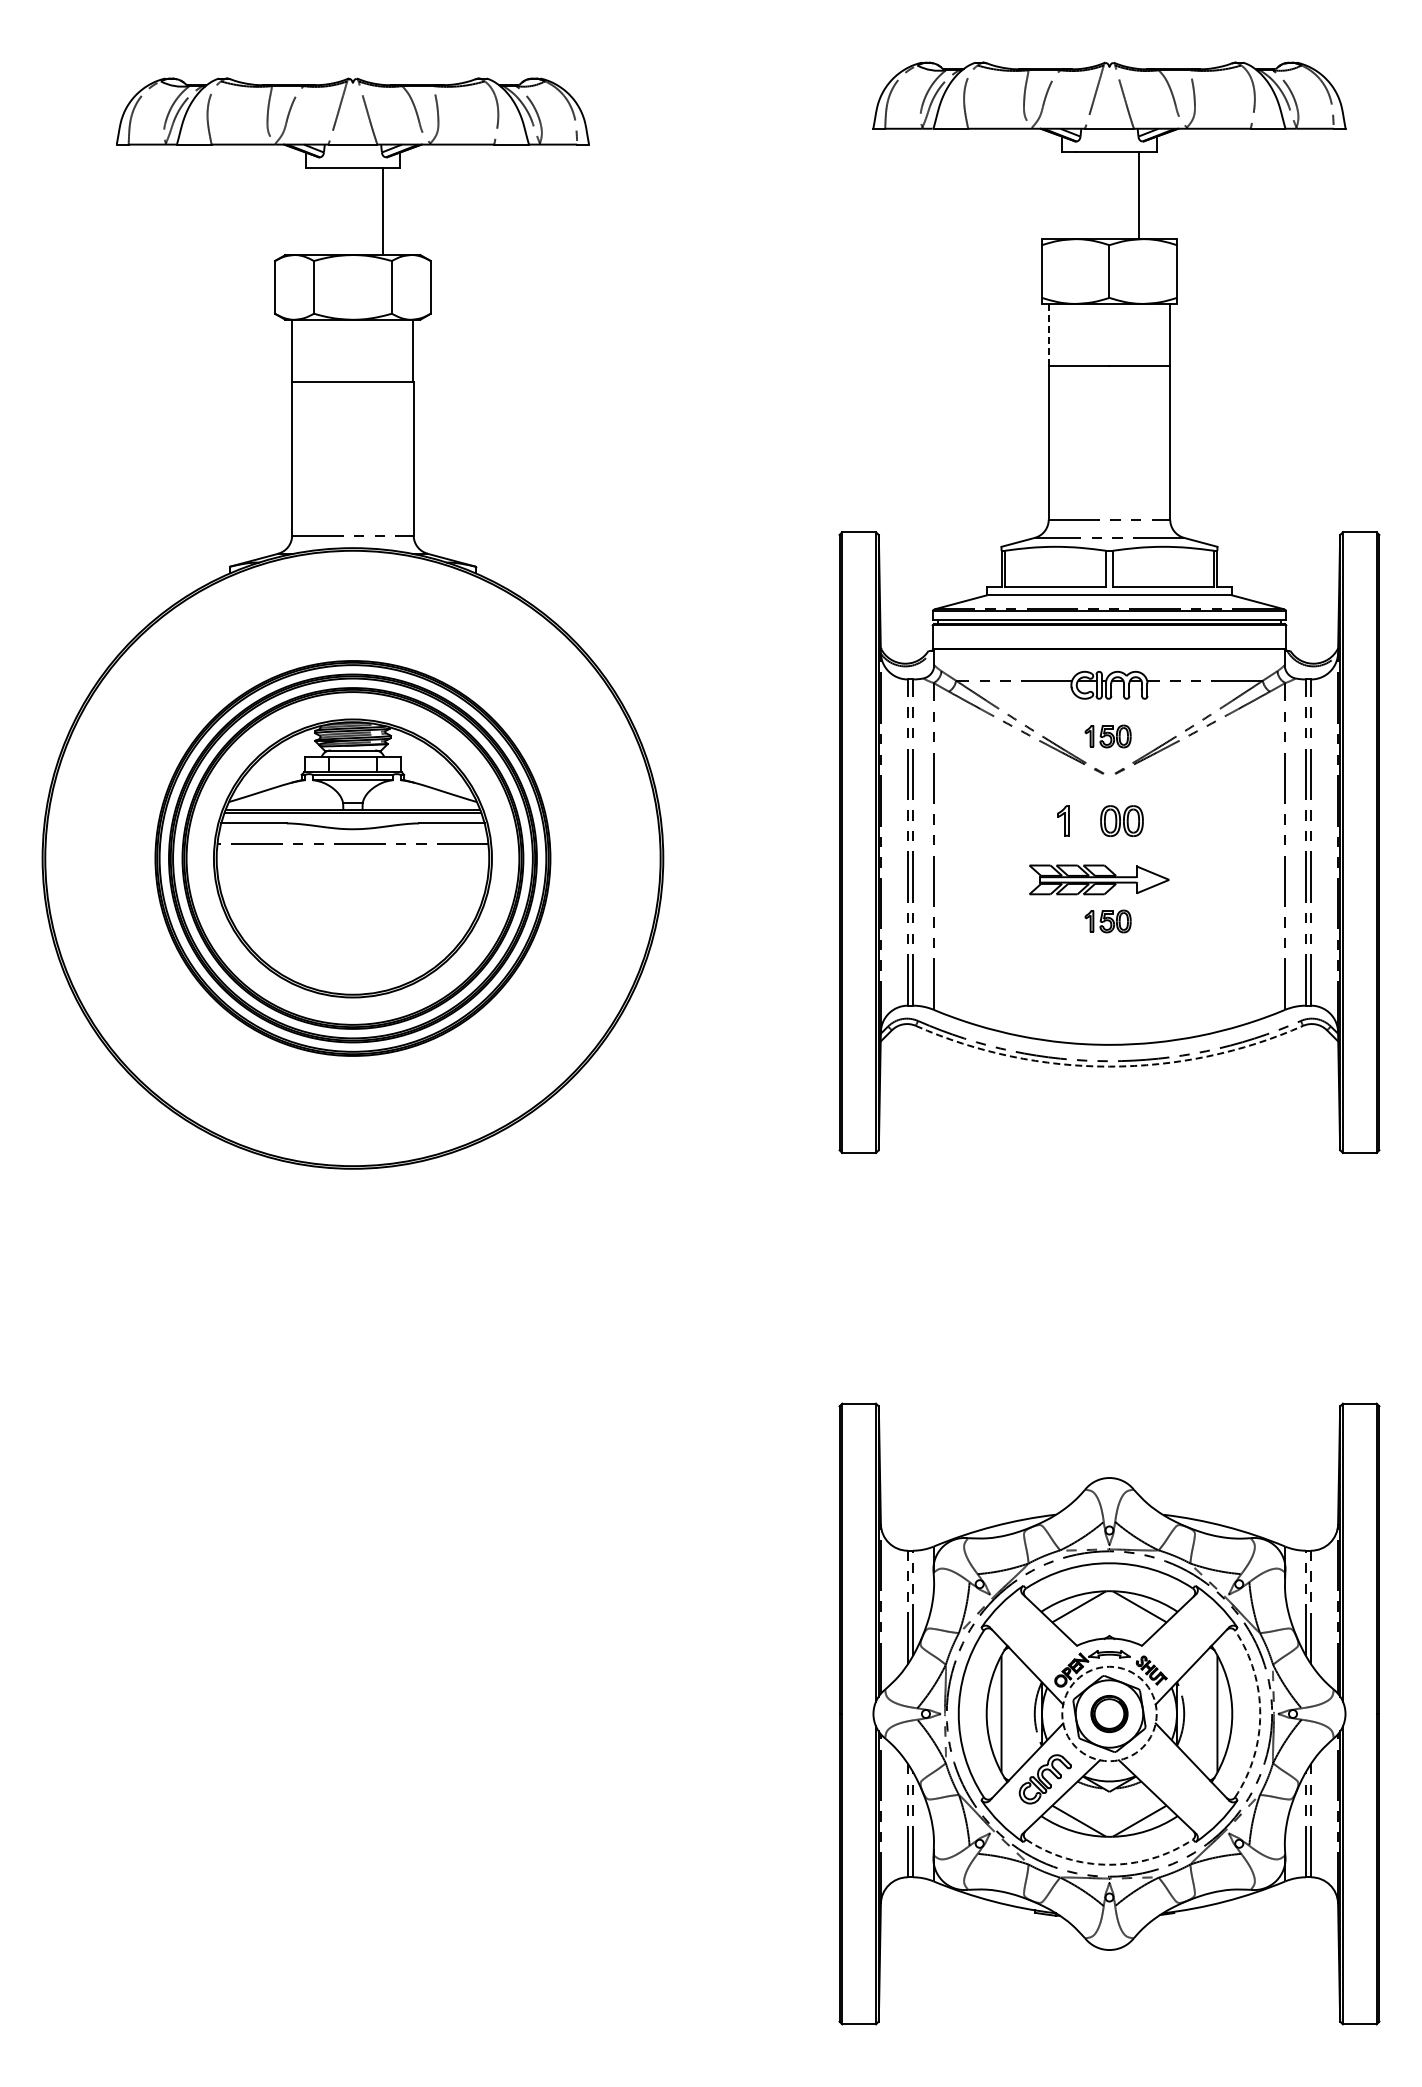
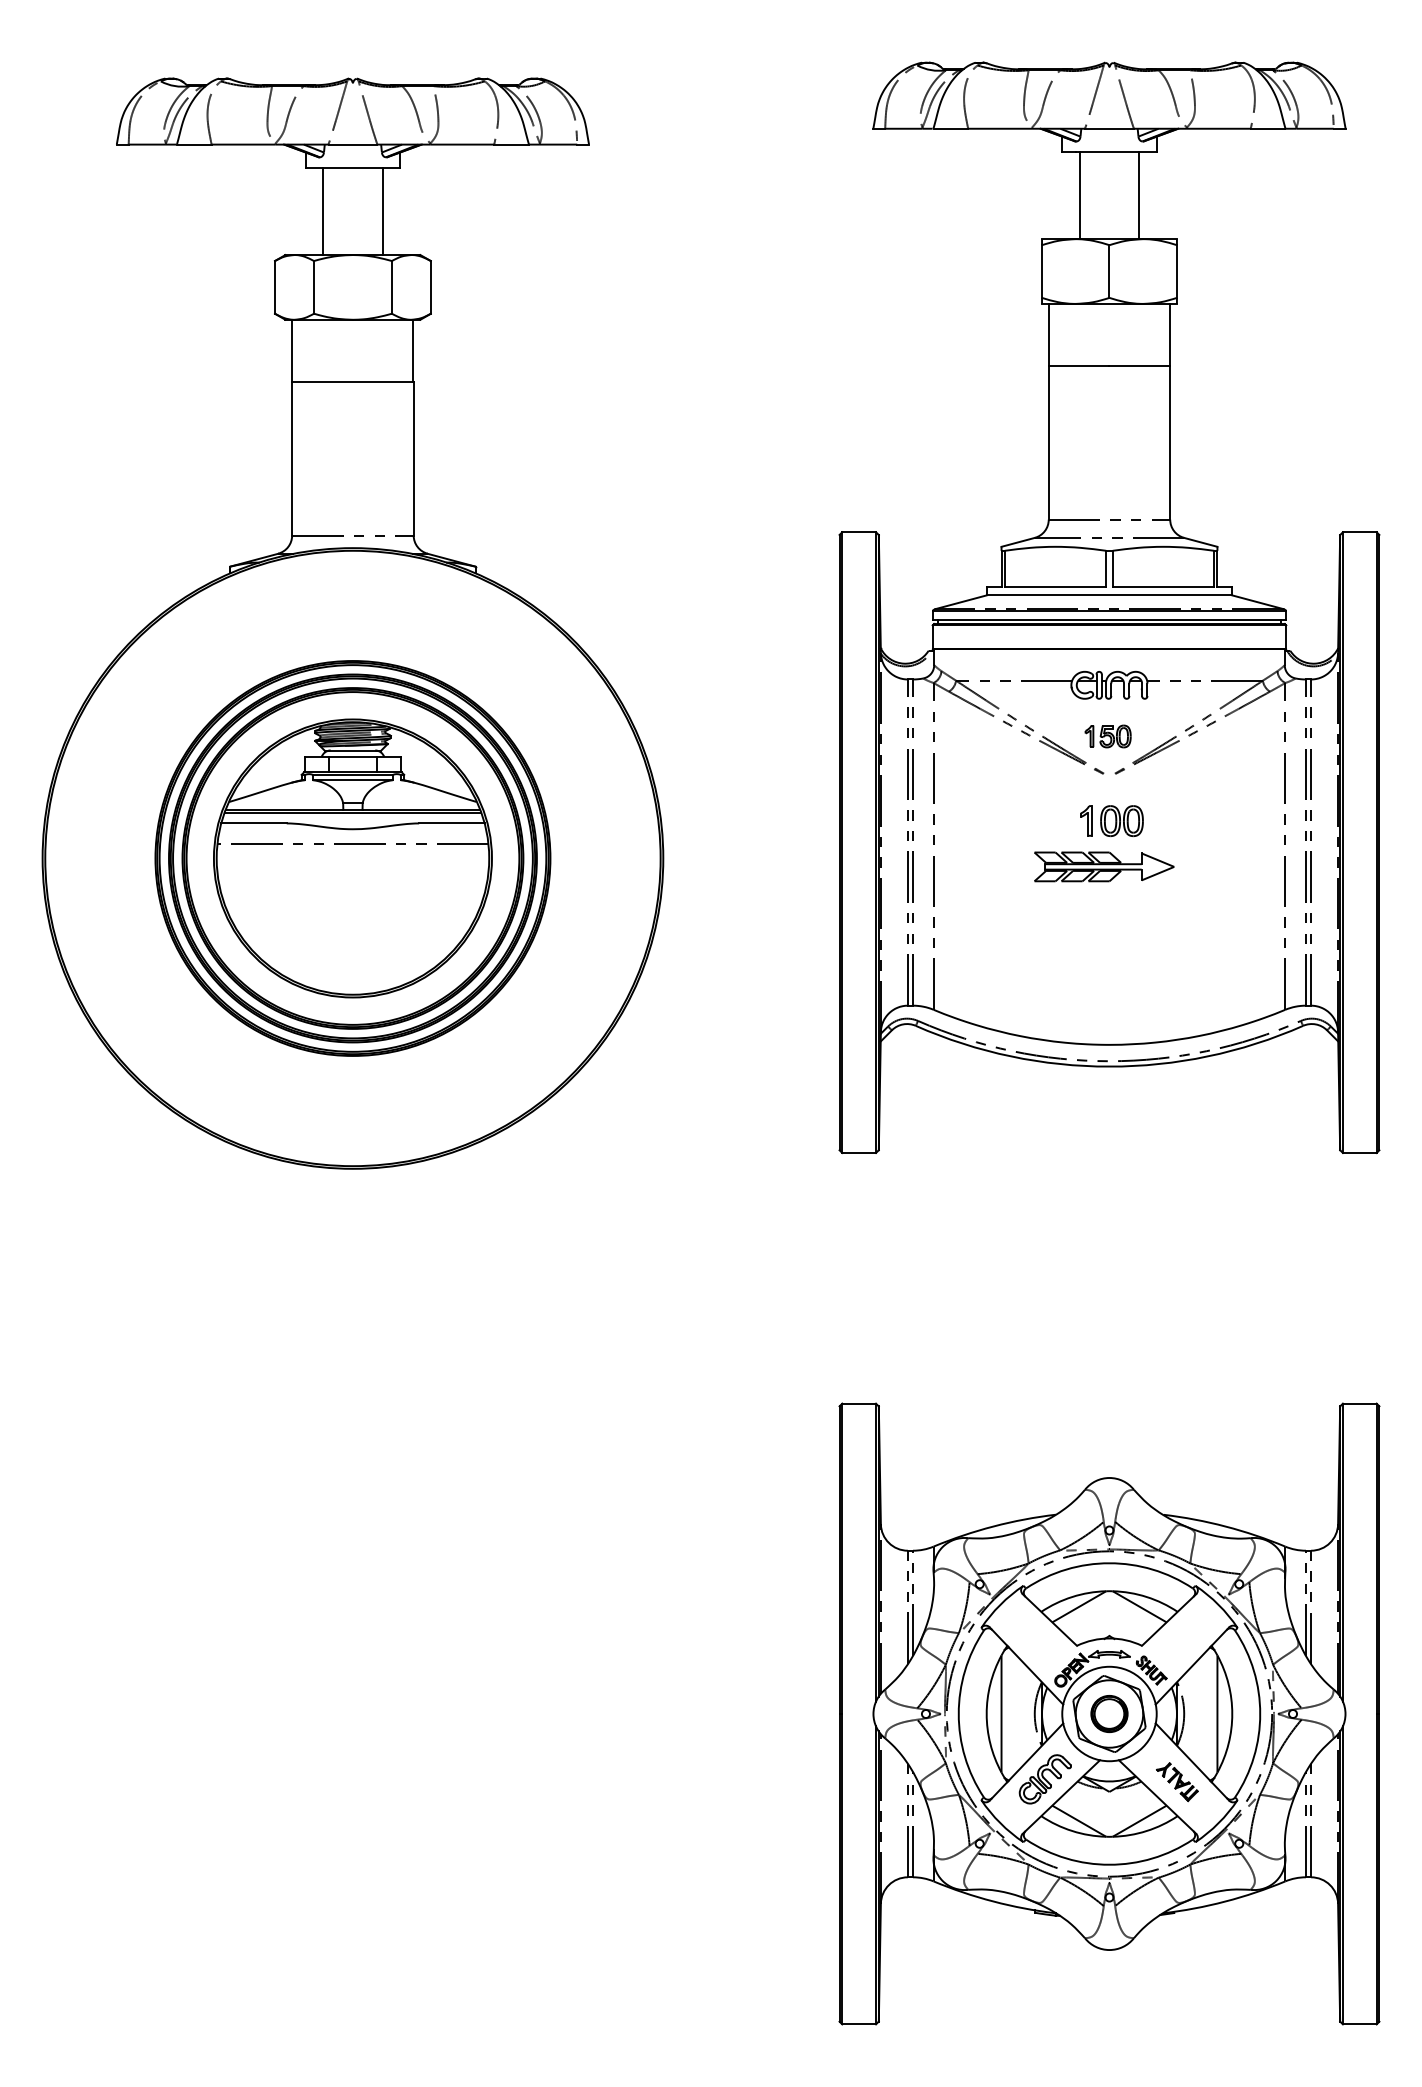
line at (1079, 195): none -> present
line at (323, 211): none -> present
line at (1049, 335): dashed -> solid
part at (1063, 820) position: (1063, 820) -> (1086, 820)
part at (1099, 879) position: (1099, 879) -> (1104, 866)
part at (1107, 921): present -> none
arc at (1109, 1066): dashed -> solid
circle at (1109, 1713): dashed -> solid
arc at (1260, 1714): dashed -> solid
part at (1177, 1782): none -> present
arc at (1109, 1864): dashed -> solid
